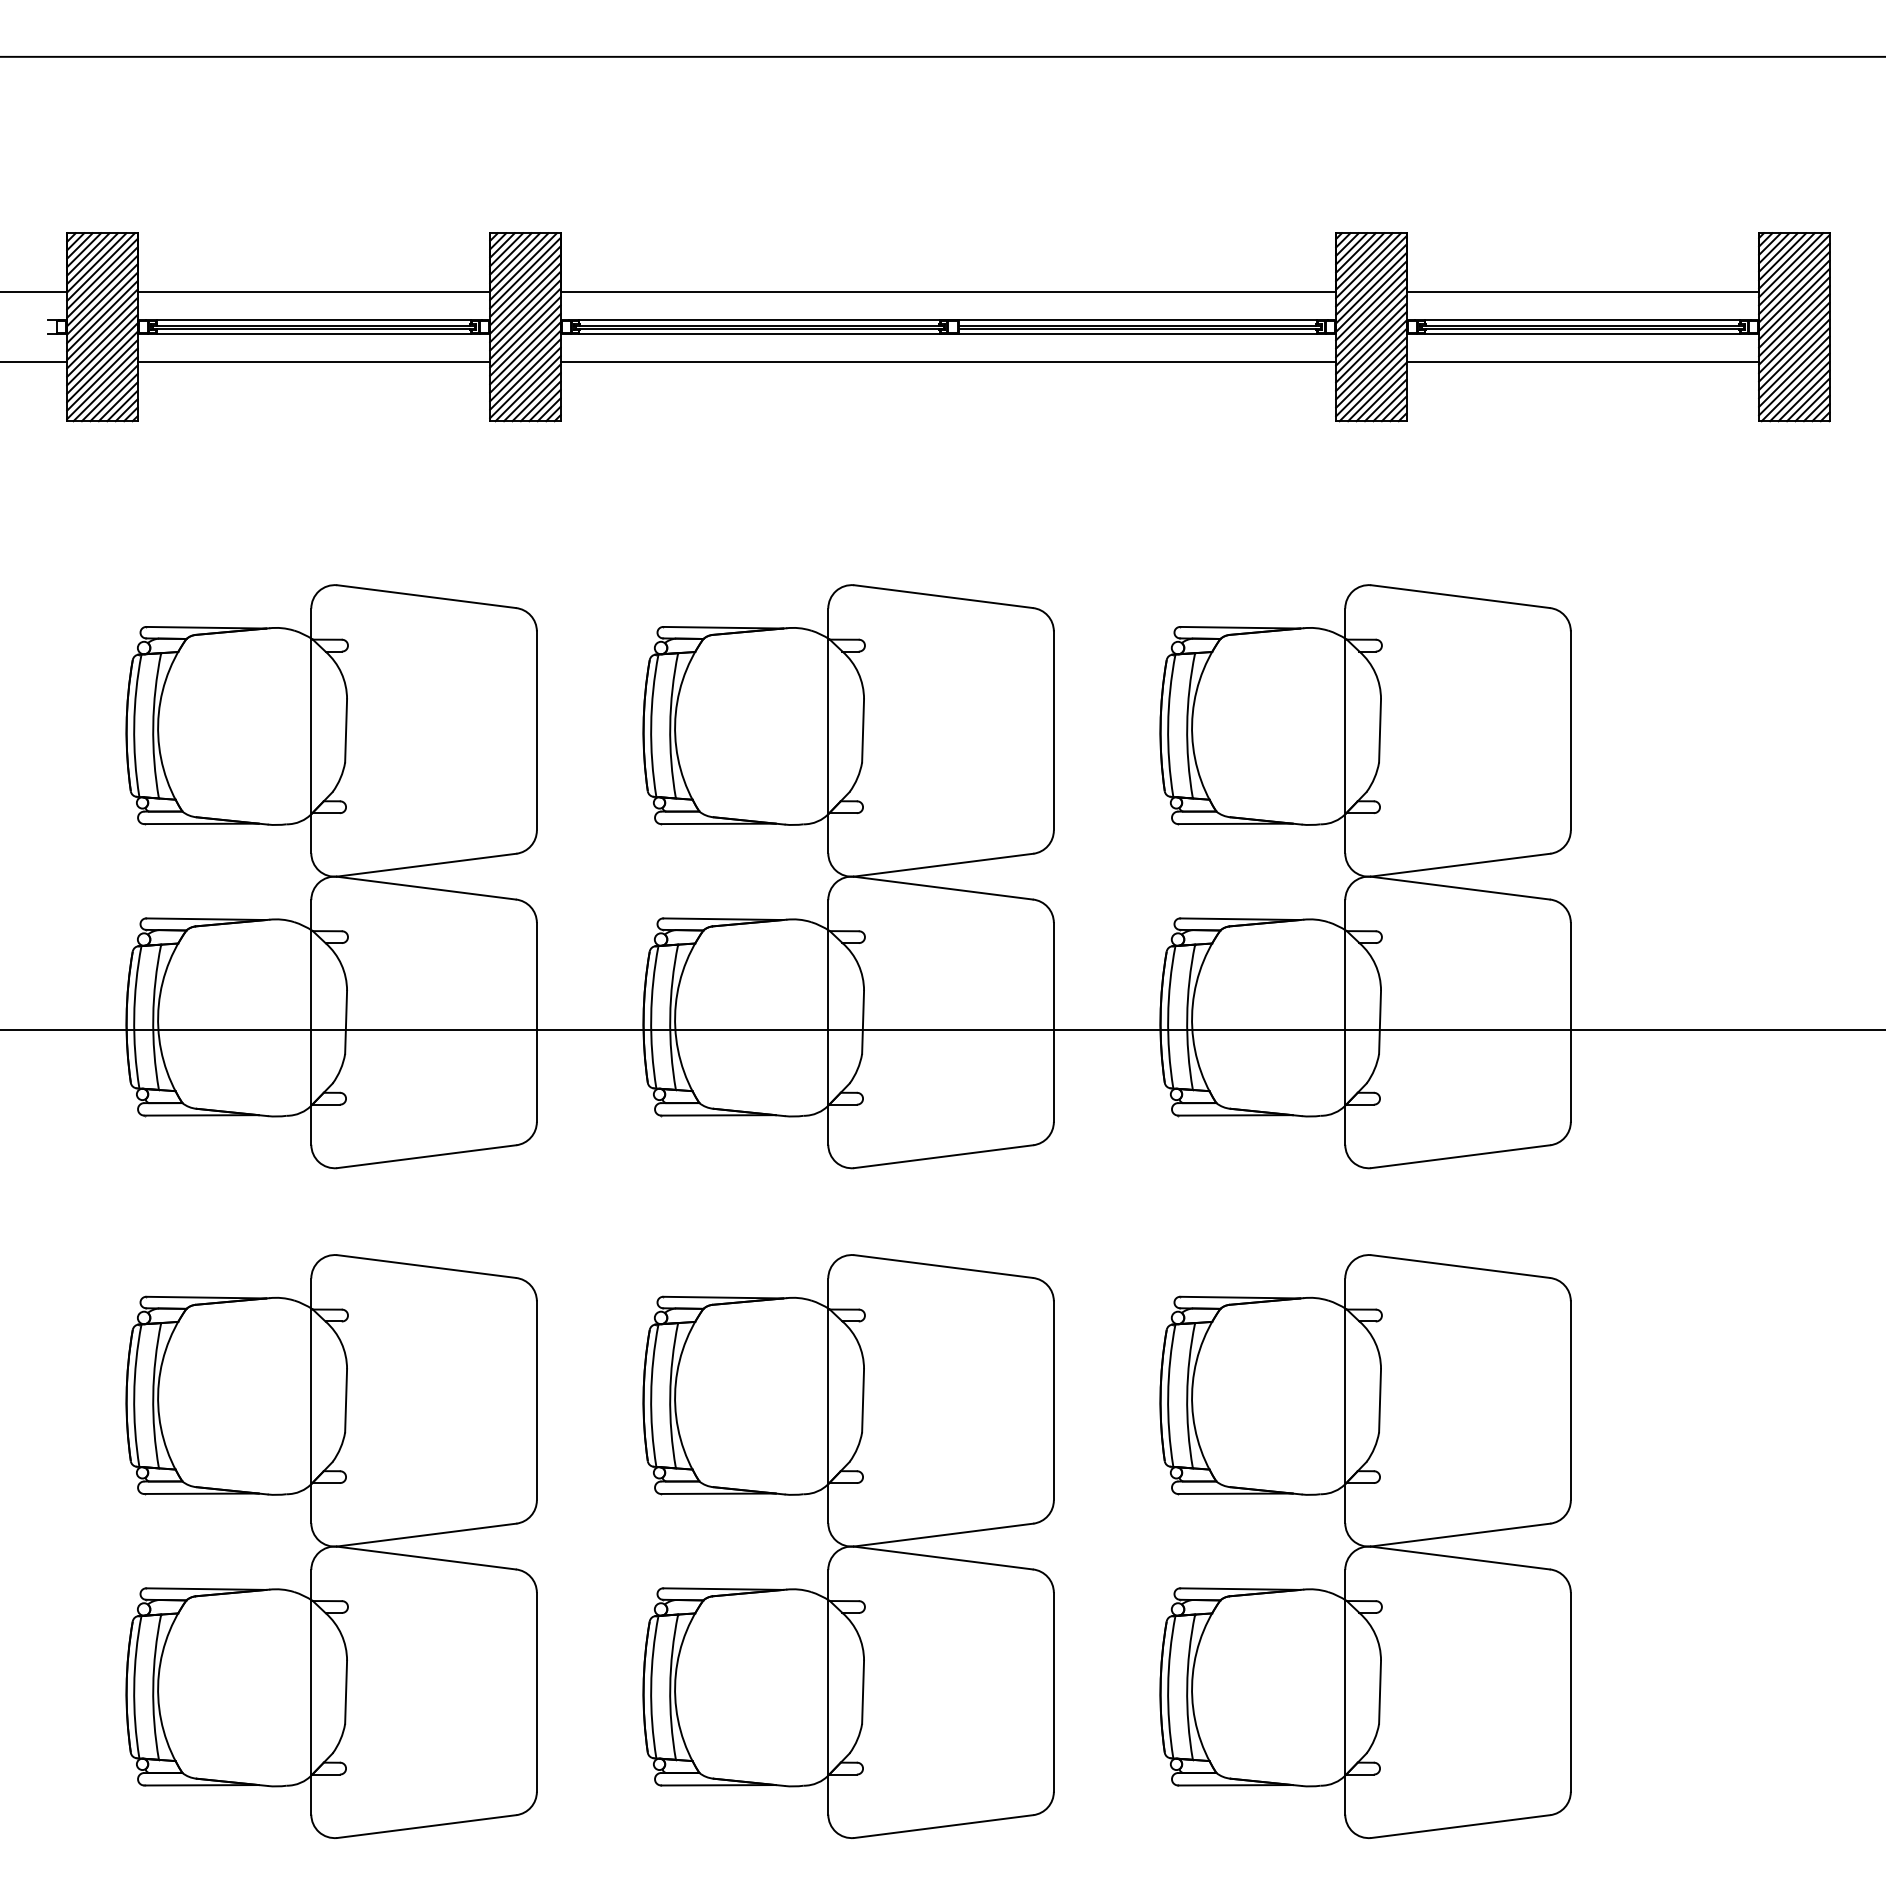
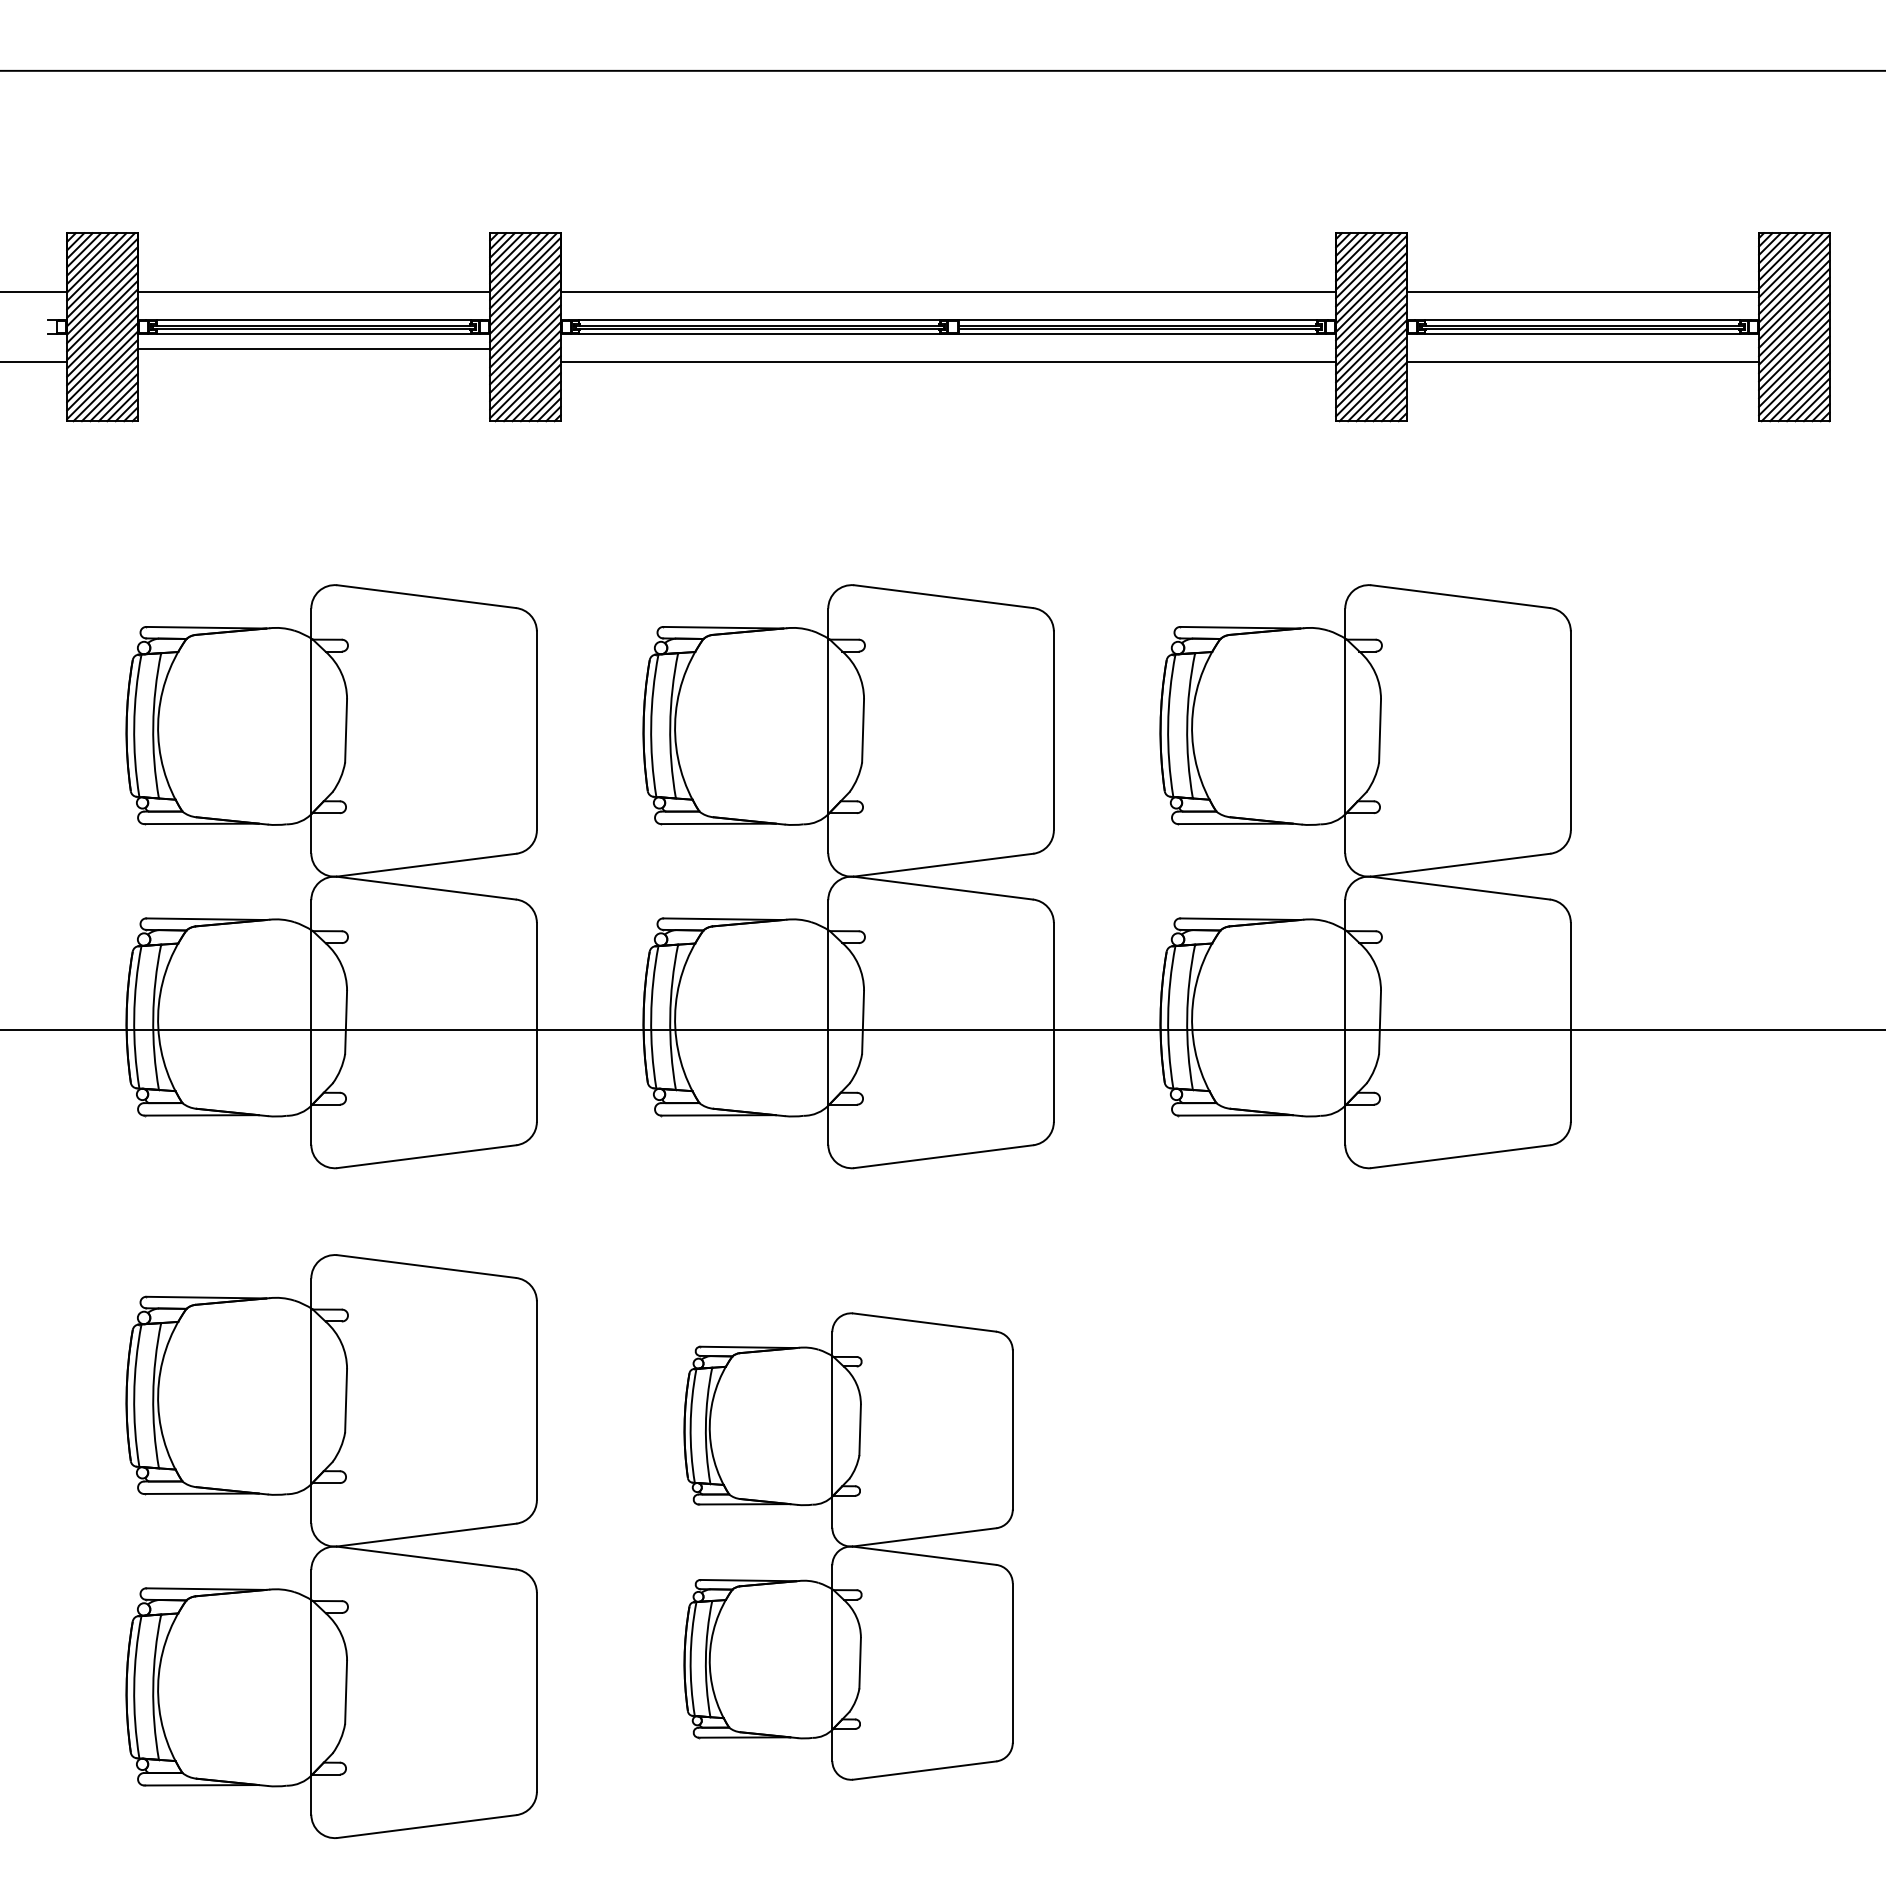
line at (942, 56) position: (942, 56) -> (942, 70)
line at (313, 362) position: (313, 362) -> (313, 349)
part at (848, 1546) size: 413x585 px -> 331x469 px
part at (1365, 1546): present -> none
